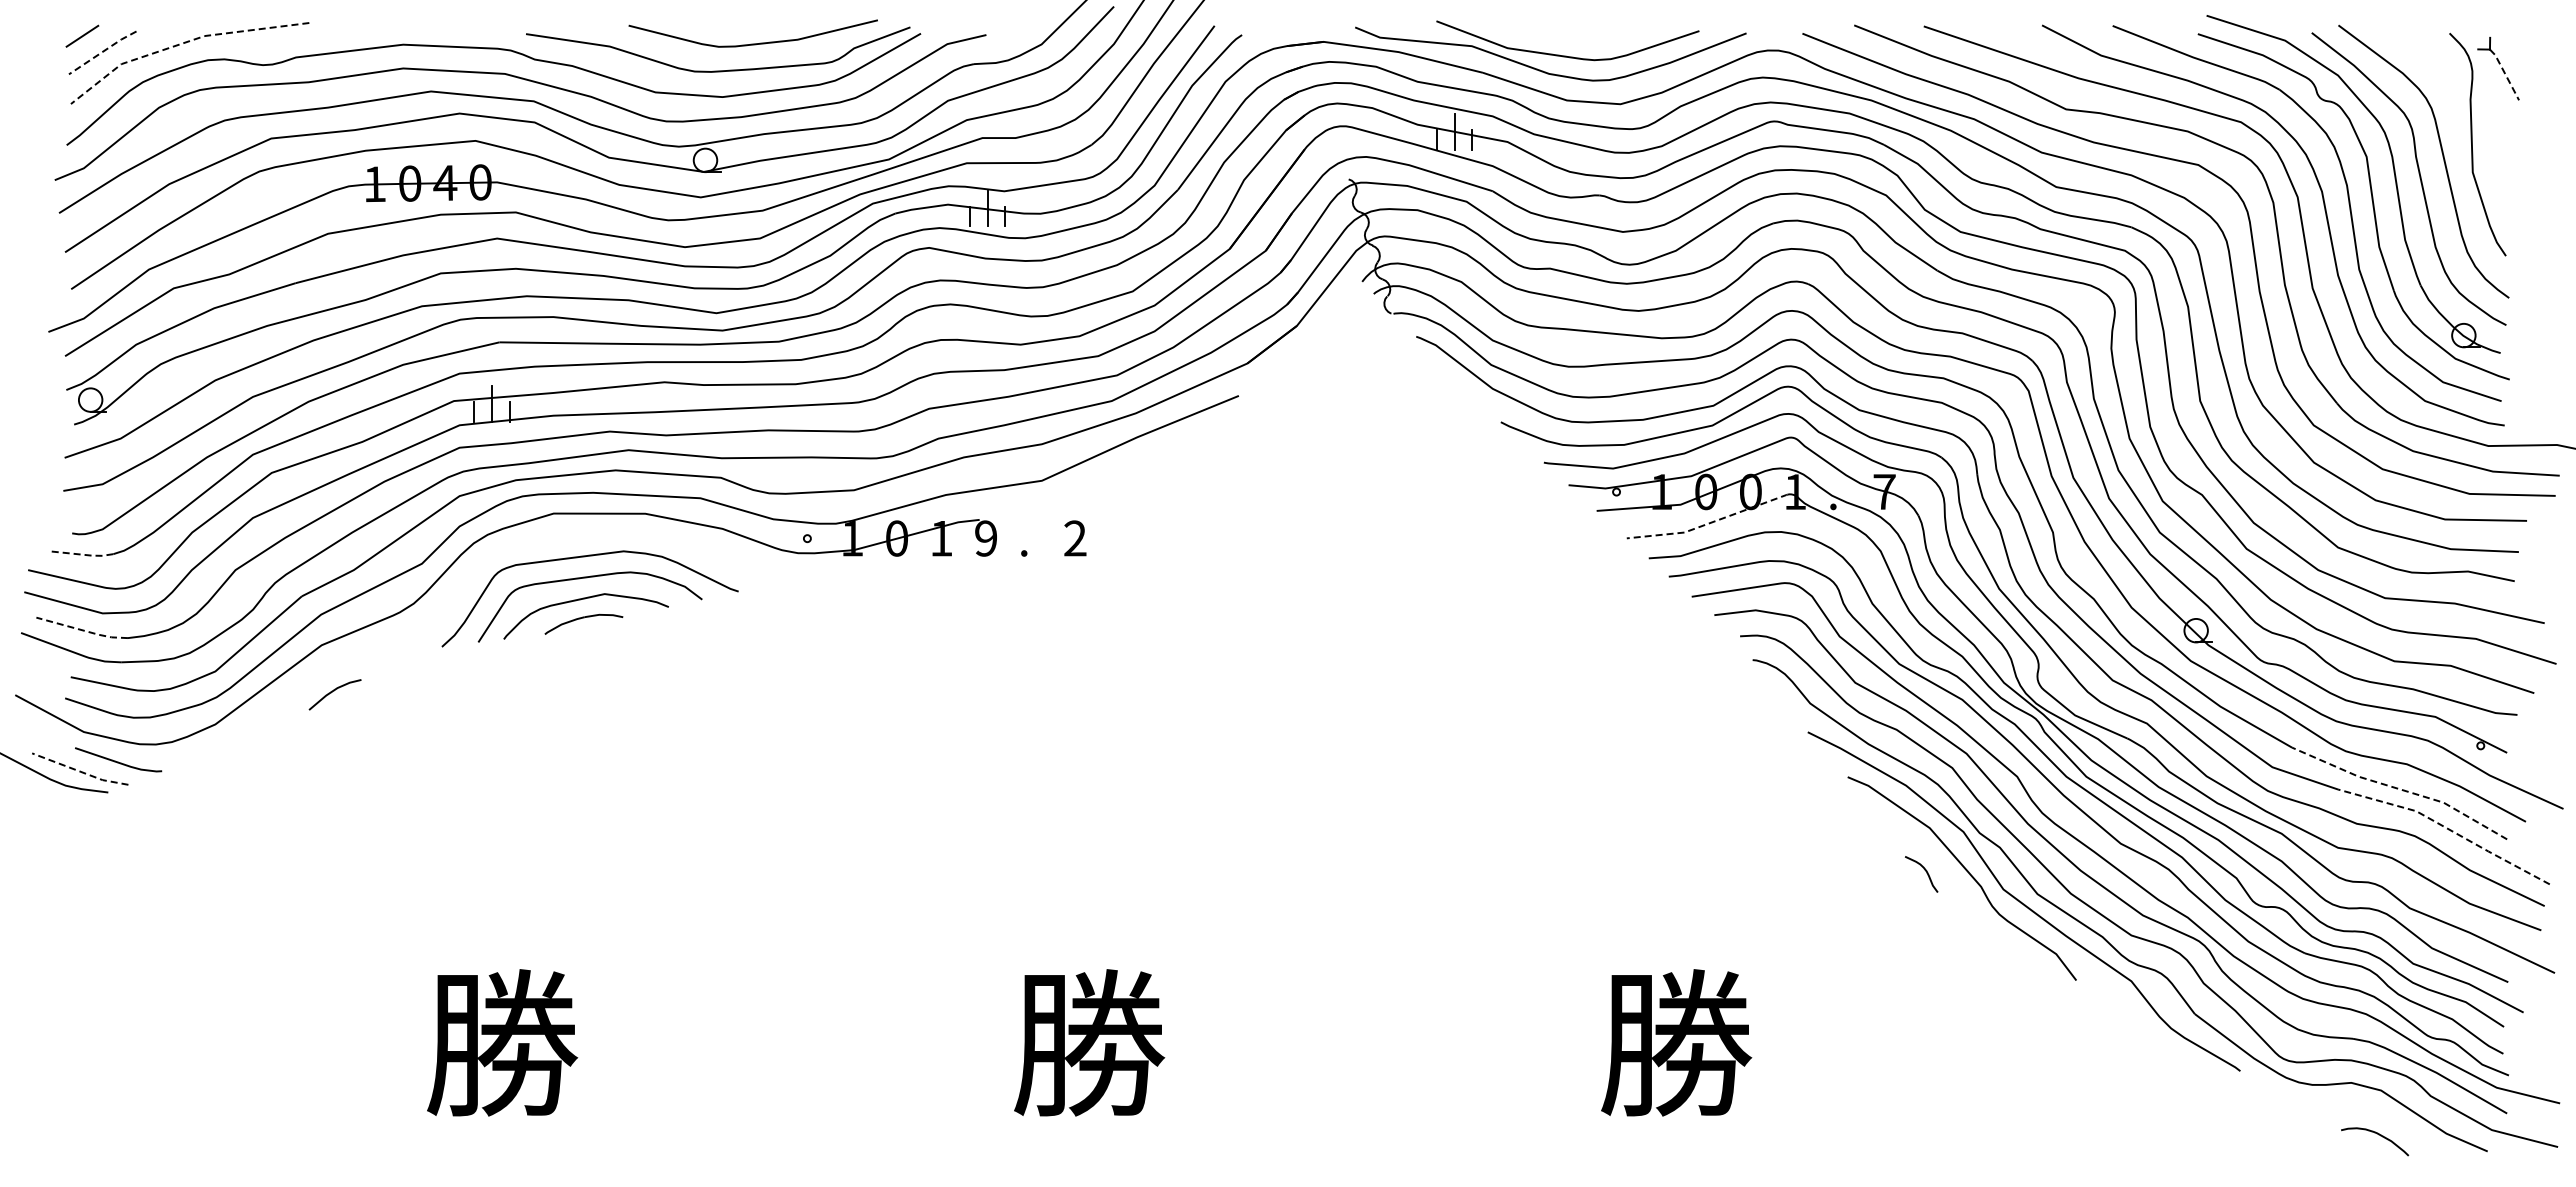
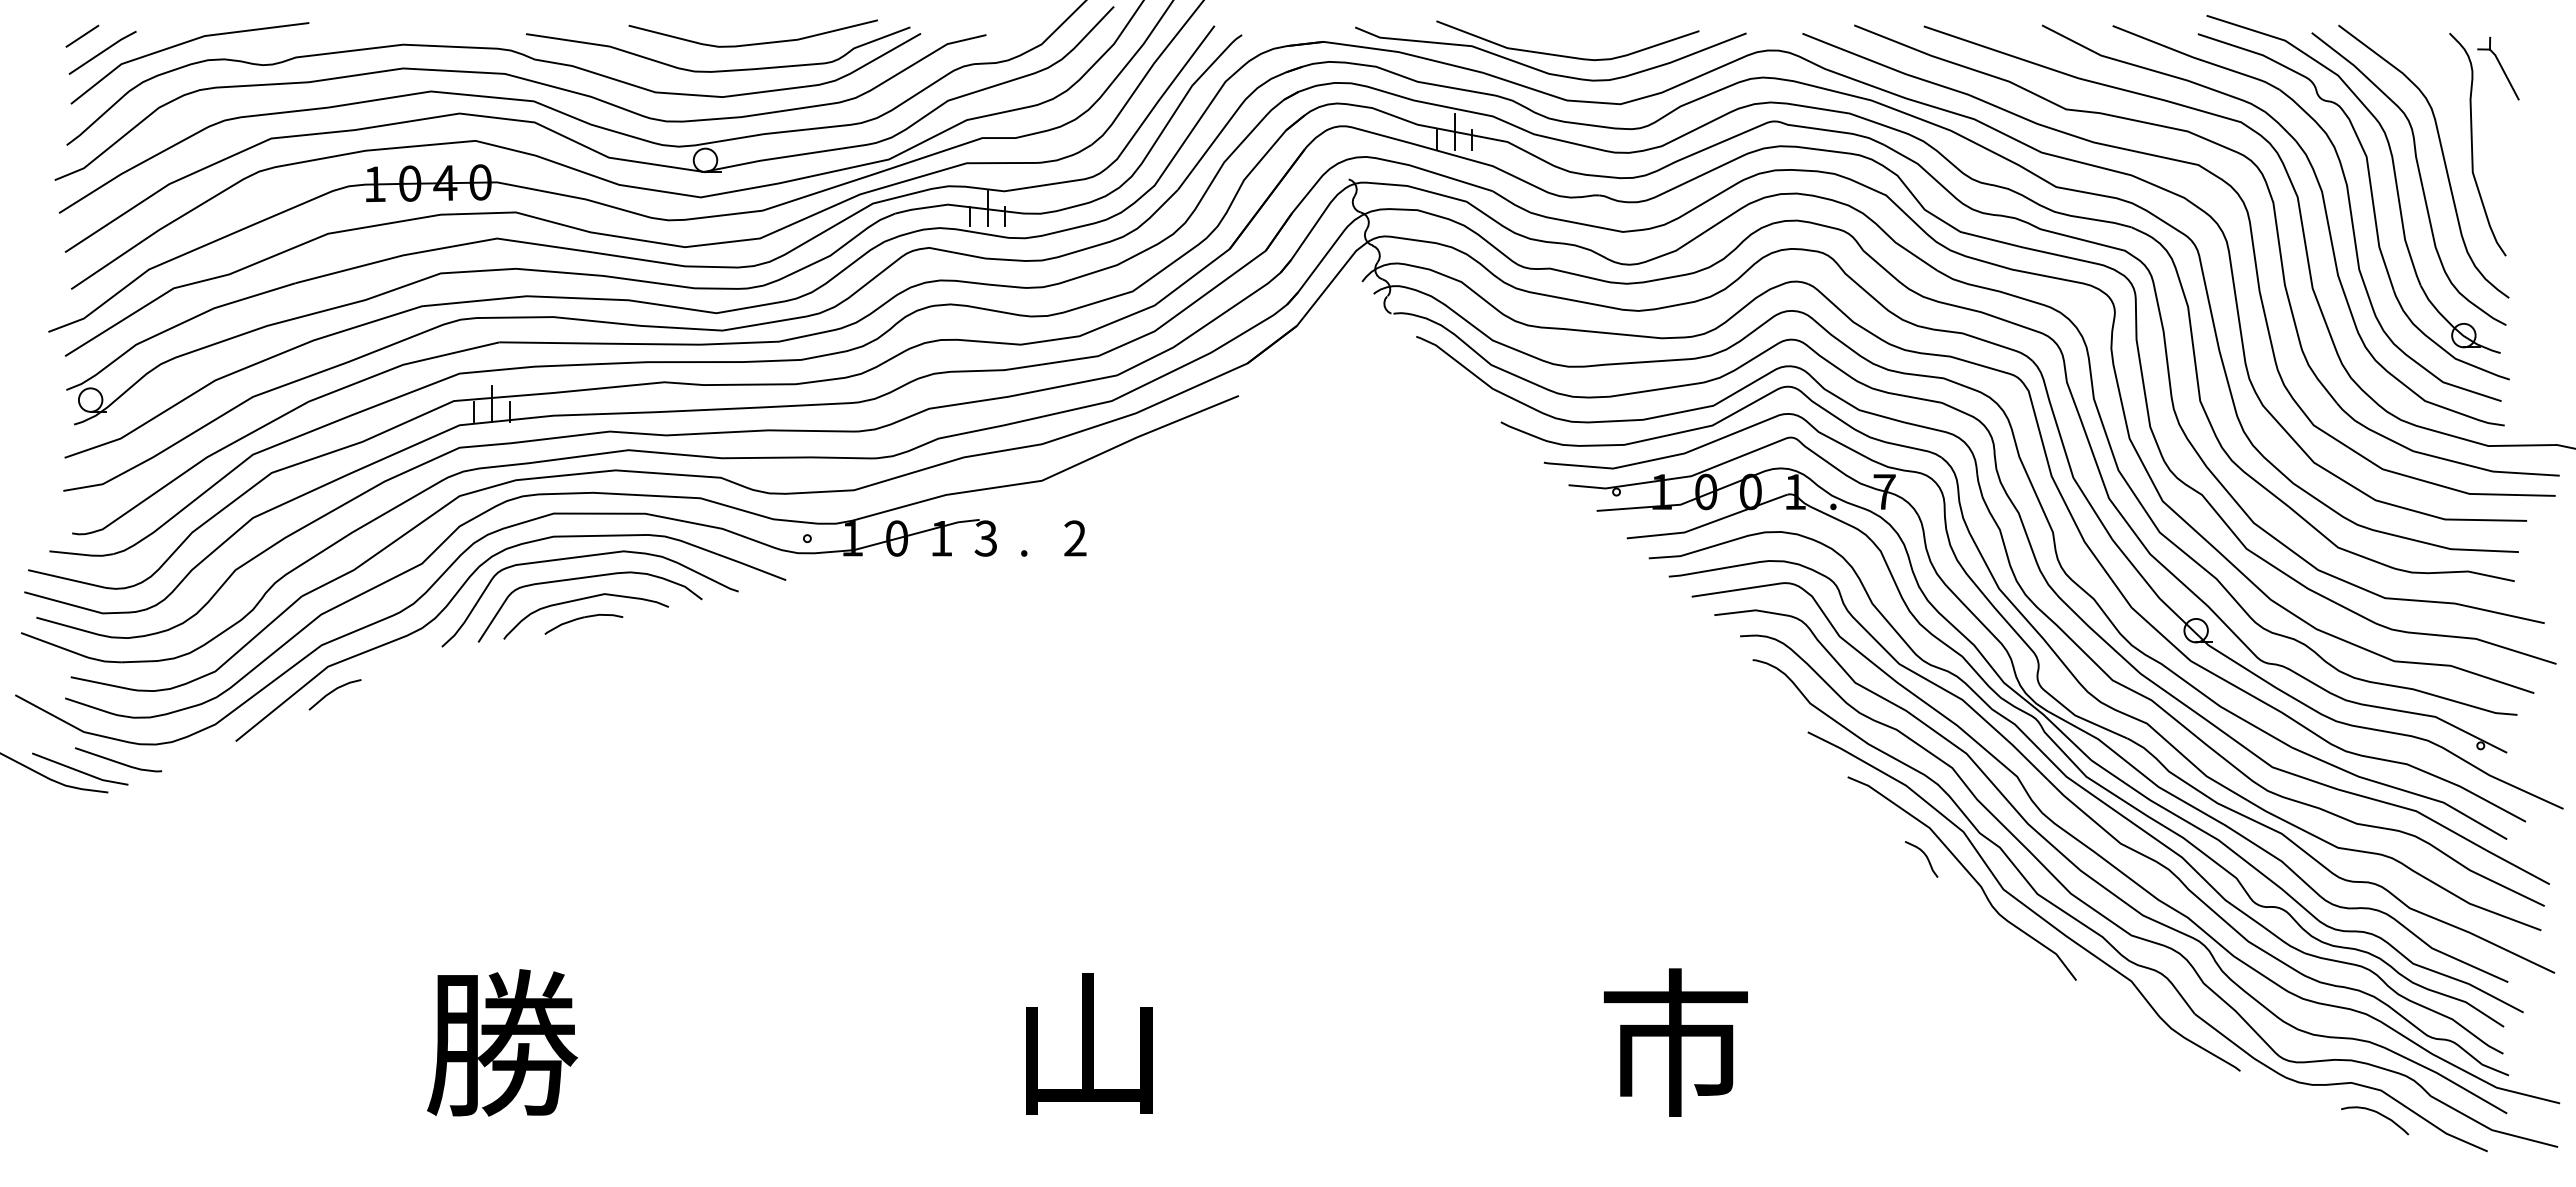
line at (182, 43): dashed -> solid
line at (102, 51): dashed -> solid
line at (2505, 73): dashed -> solid
line at (1708, 523): dashed -> solid
text at (985, 538): 9 -> 3
line at (83, 554): dashed -> solid
curve at (457, 594): none -> present
line at (82, 630): dashed -> solid
line at (80, 771): dashed -> solid
line at (2401, 789): dashed -> solid
line at (2446, 828): dashed -> solid
curve at (1924, 870) position: (1924, 870) -> (1924, 855)
text at (1089, 1042): 勝 -> 山
text at (1676, 1042): 勝 -> 市
curve at (2378, 1135) position: (2378, 1135) -> (2378, 1114)
